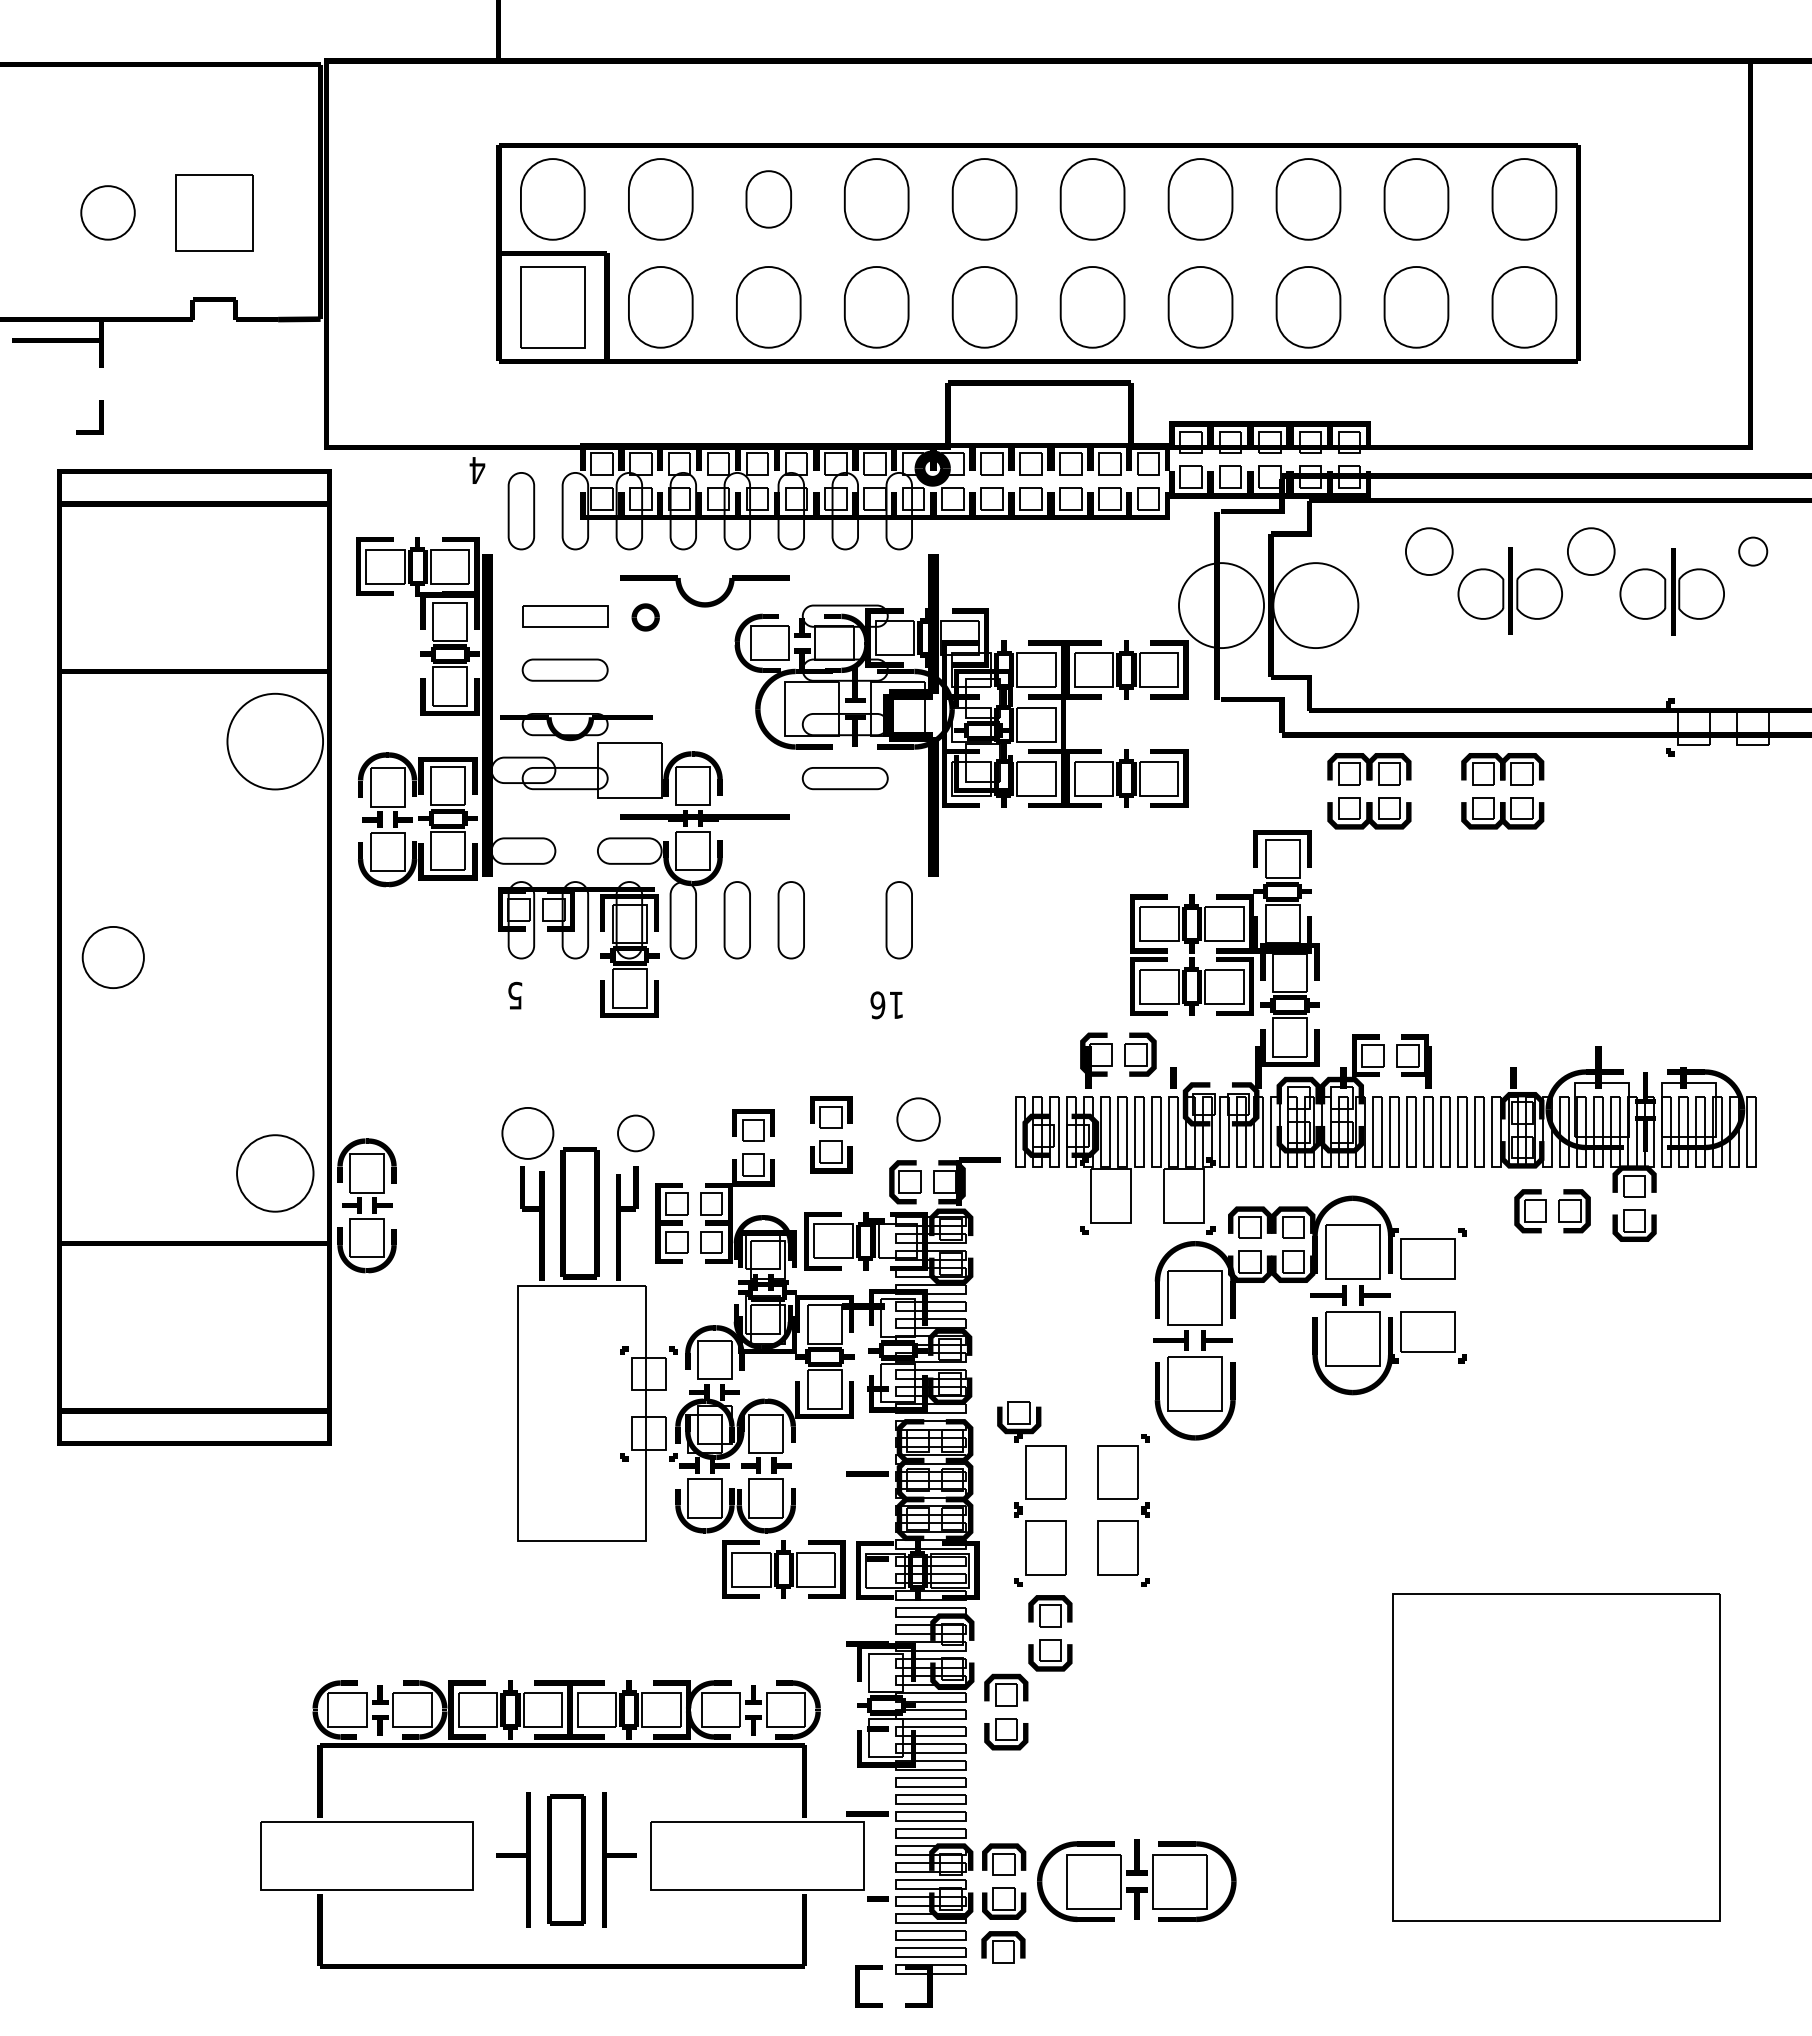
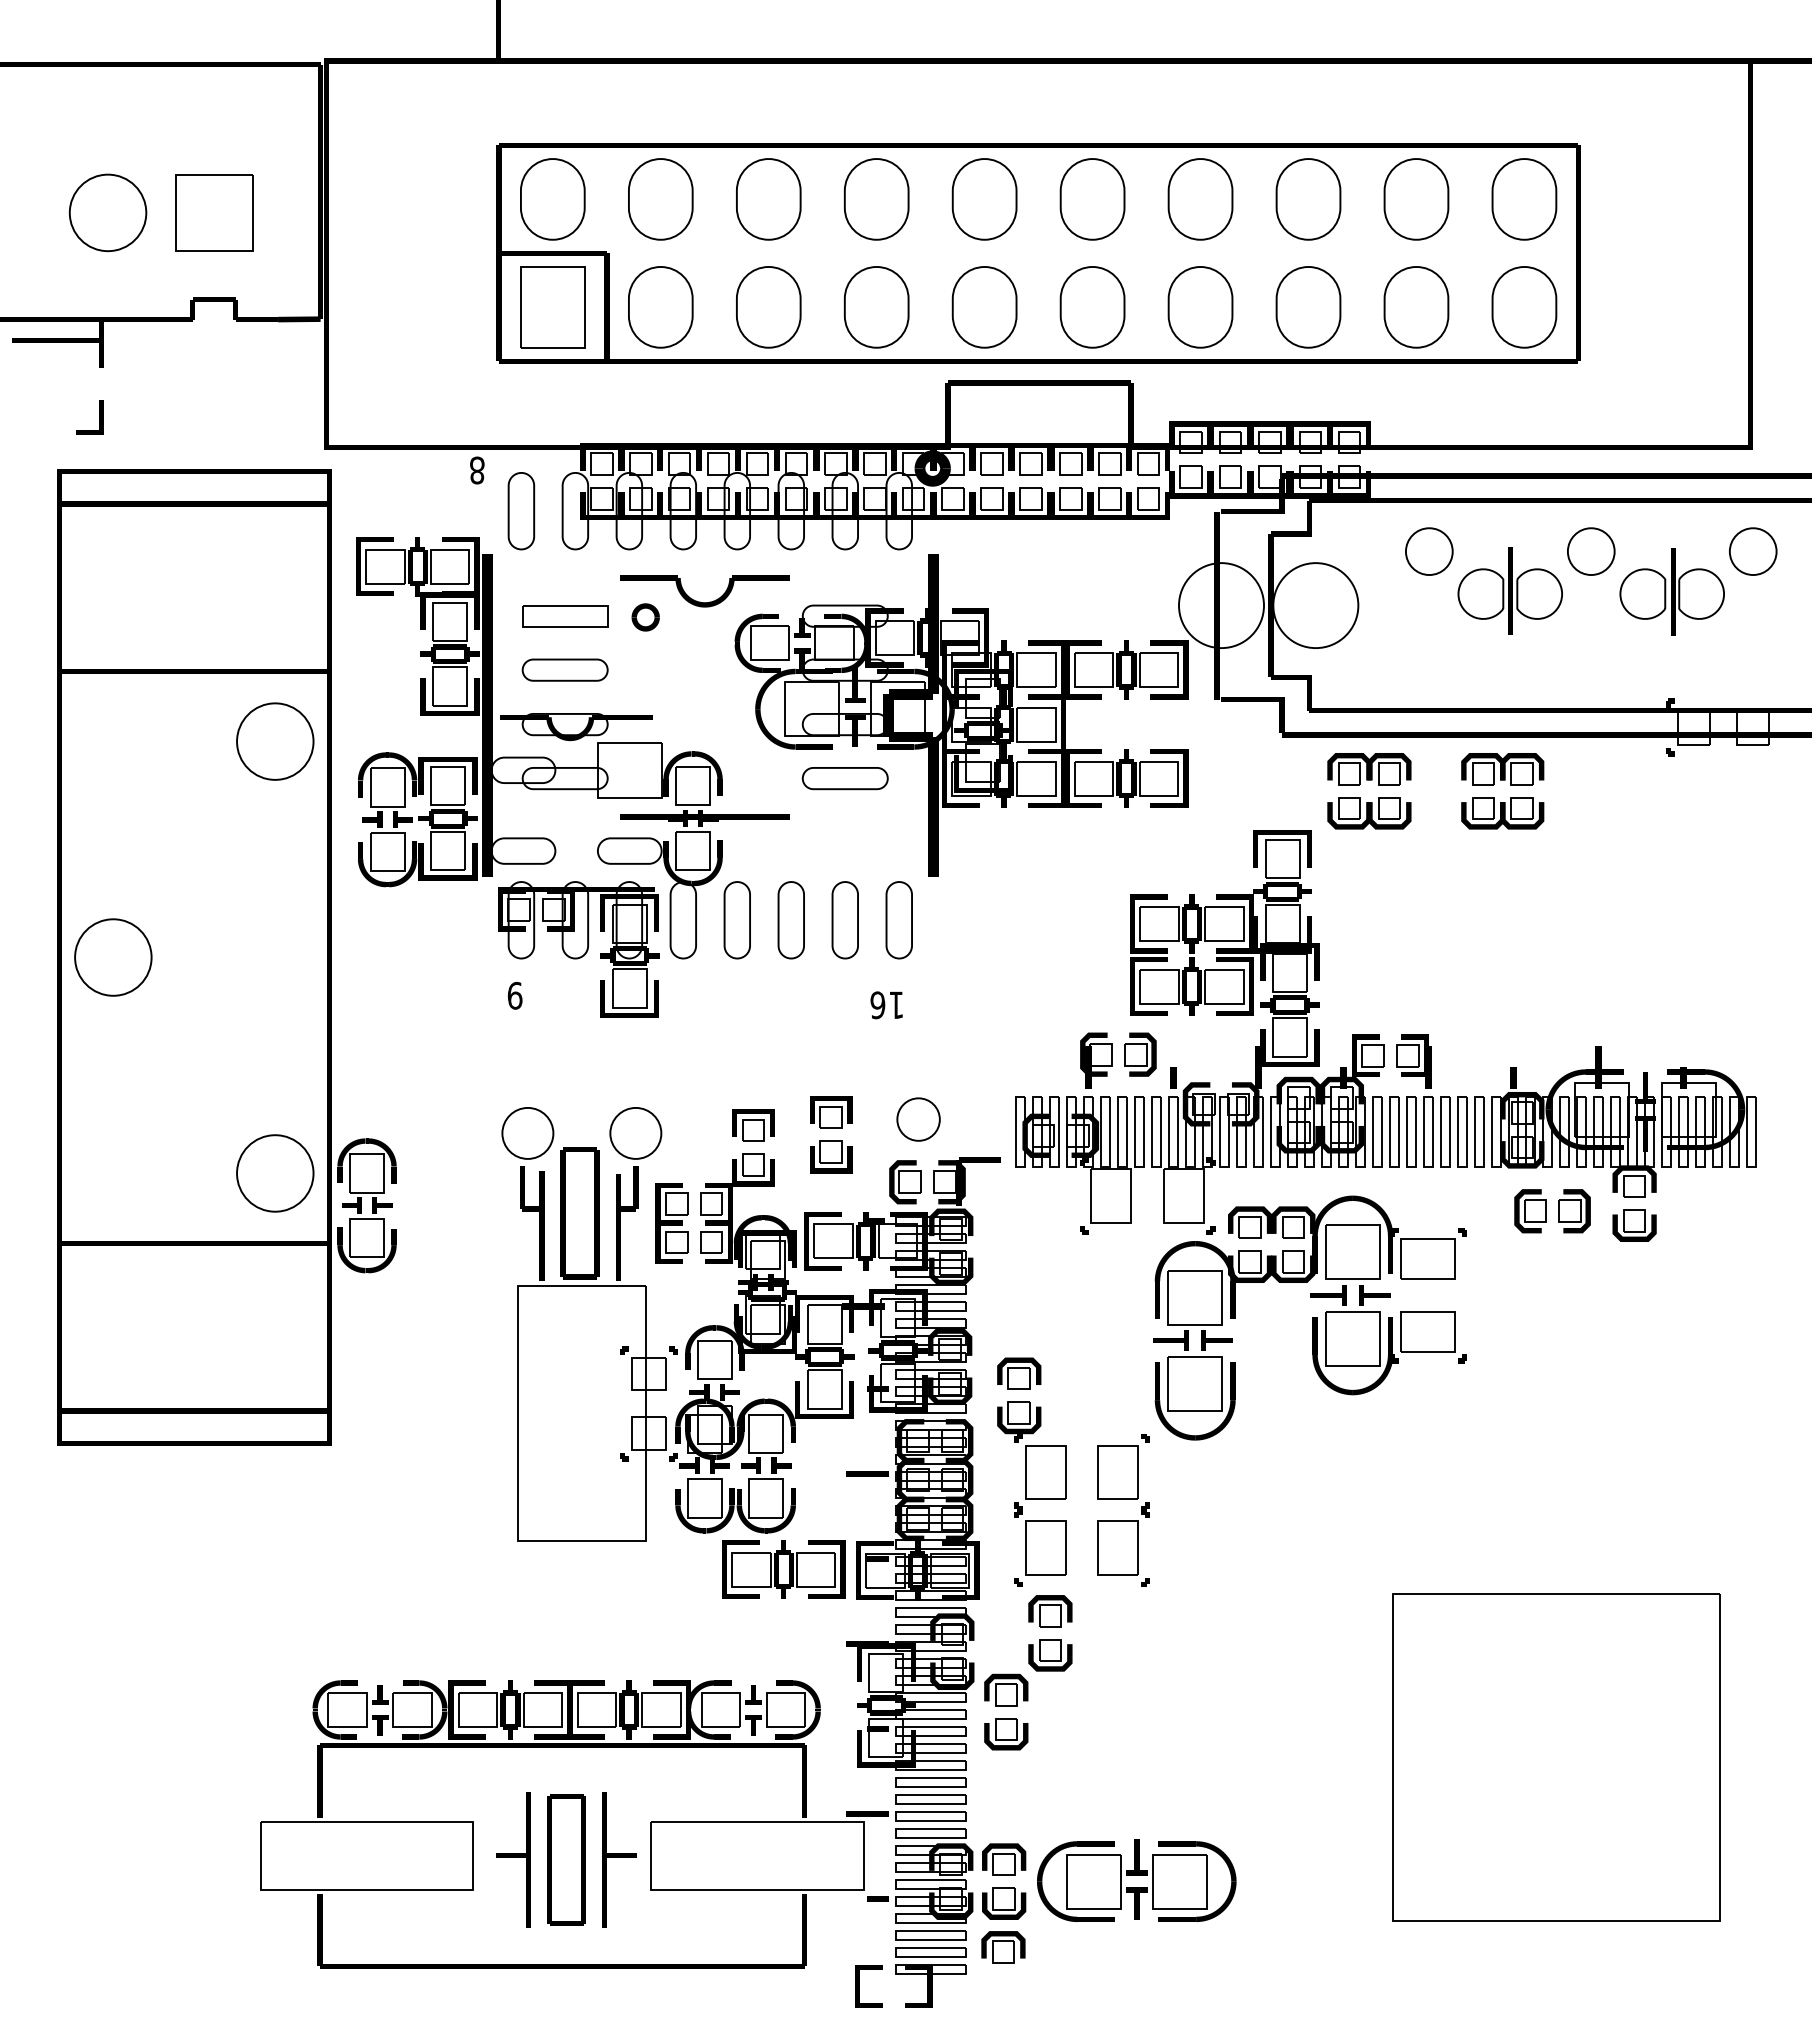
part at (768, 199) size: 47x59 px -> 66x83 px
circle at (107, 212) diameter: 54 px -> 77 px
text at (477, 470): 4 -> 8
circle at (1753, 551) diameter: 28 px -> 47 px
circle at (275, 741) diameter: 96 px -> 77 px
part at (844, 920): none -> present
circle at (112, 957) diameter: 61 px -> 77 px
text at (514, 995): 5 -> 9
circle at (635, 1133) diameter: 36 px -> 51 px
part at (1019, 1373): none -> present
